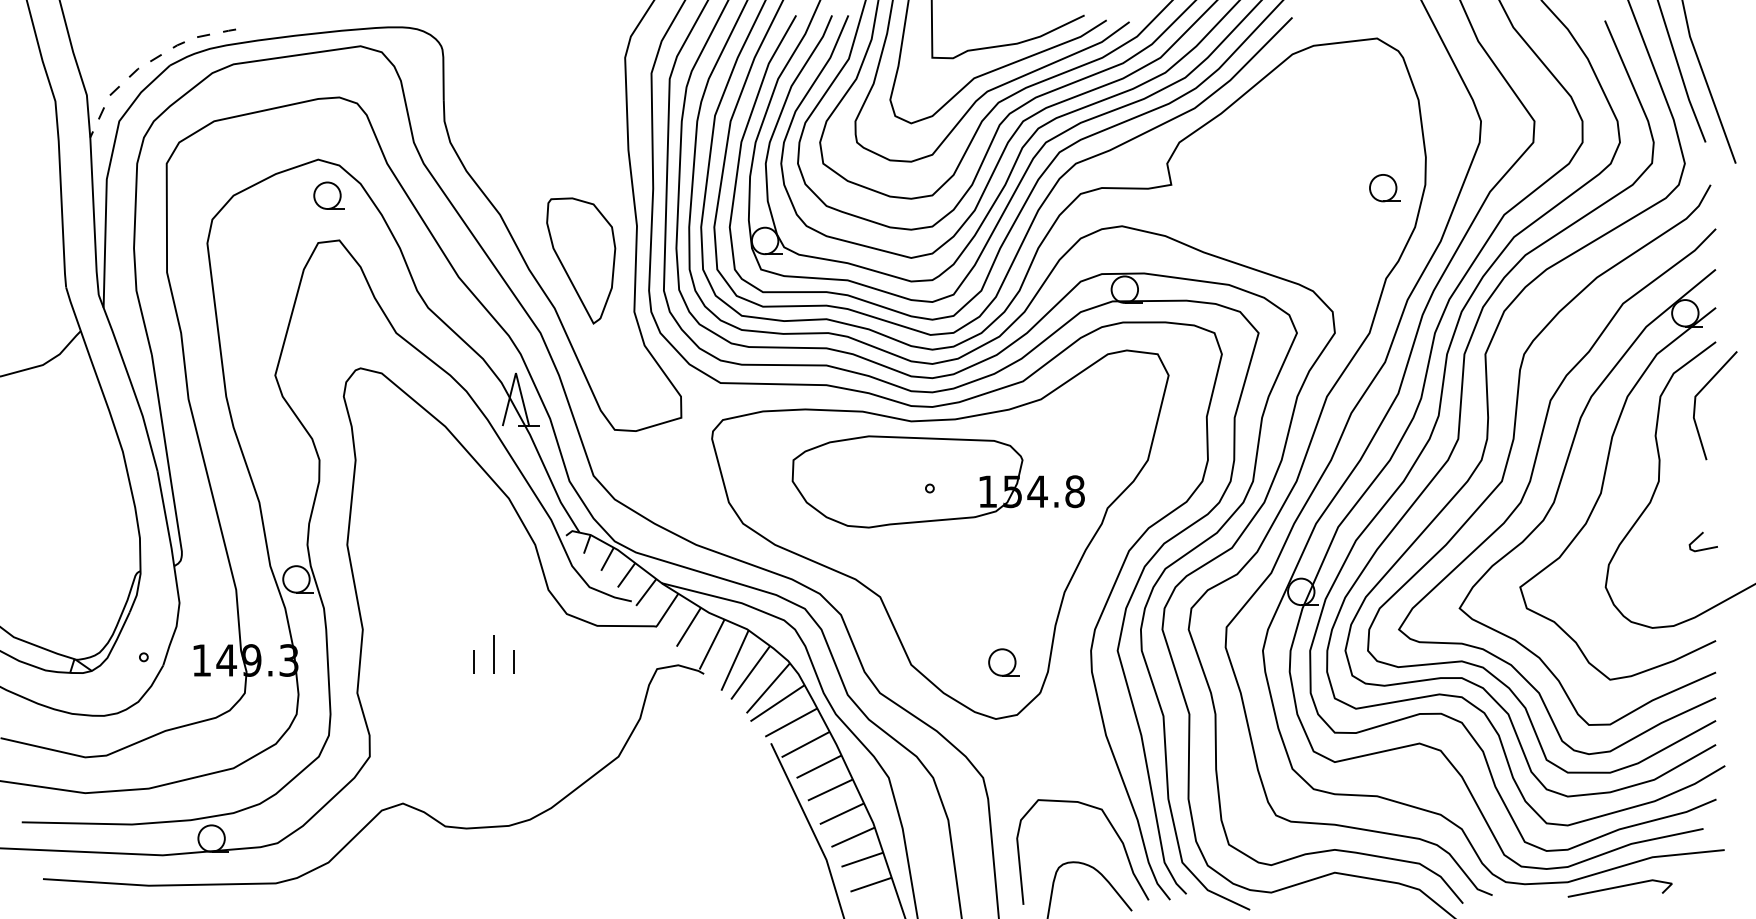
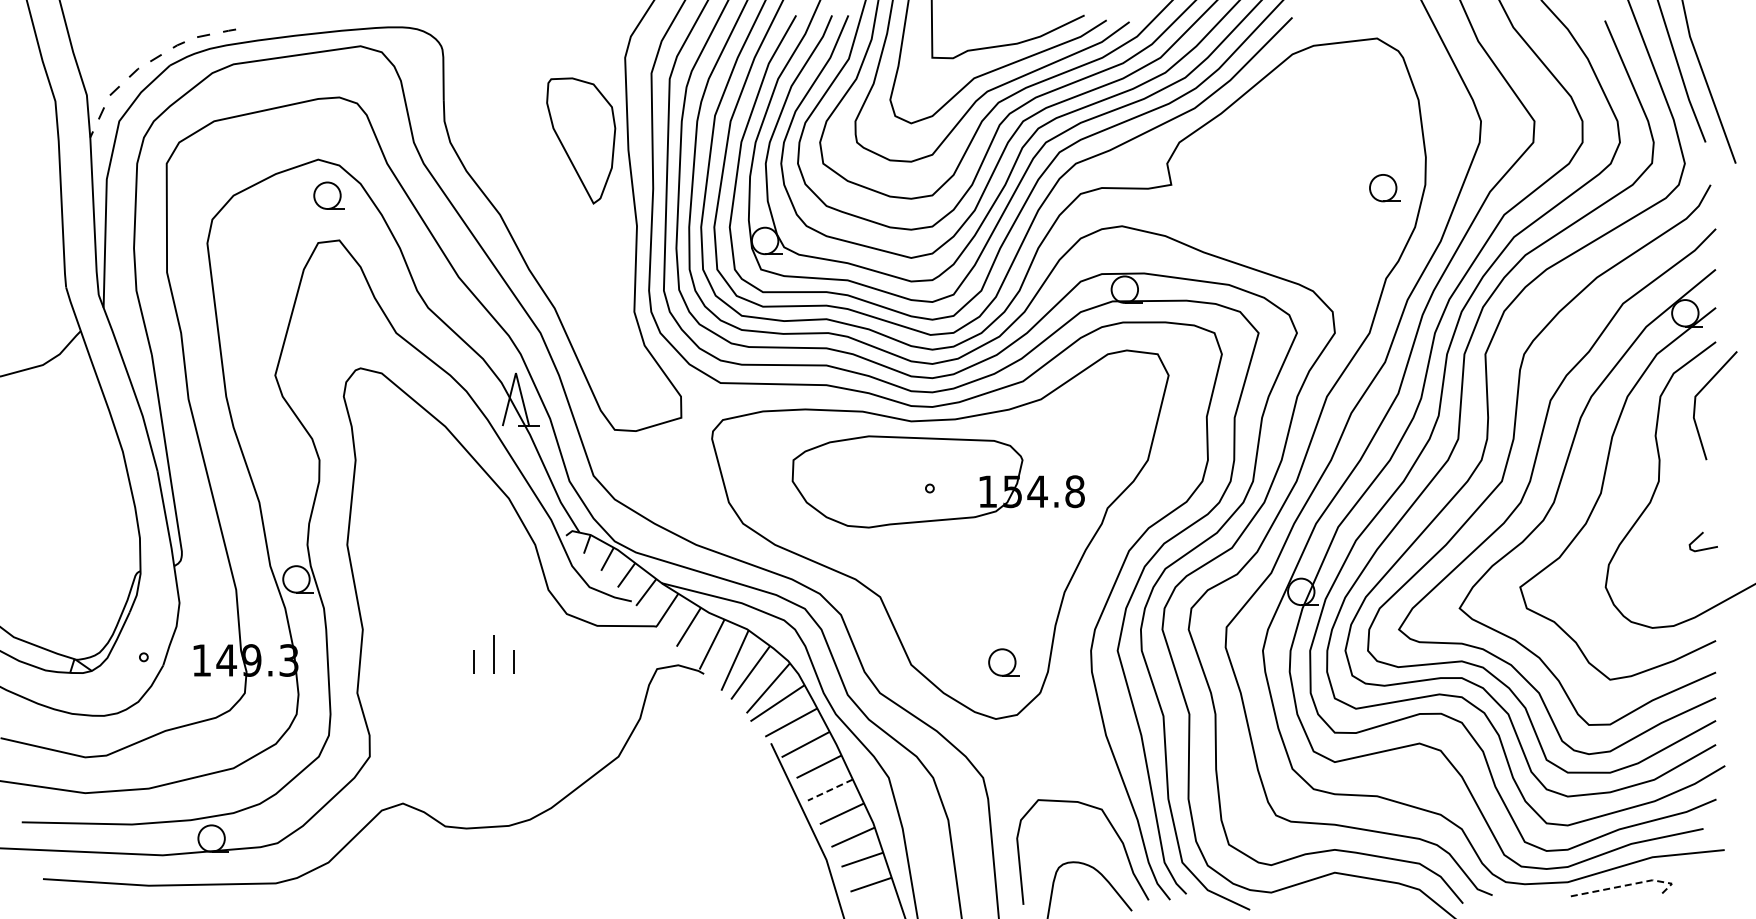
part at (581, 260) position: (581, 260) -> (581, 140)
line at (830, 790): solid -> dashed
line at (1627, 885): solid -> dashed
